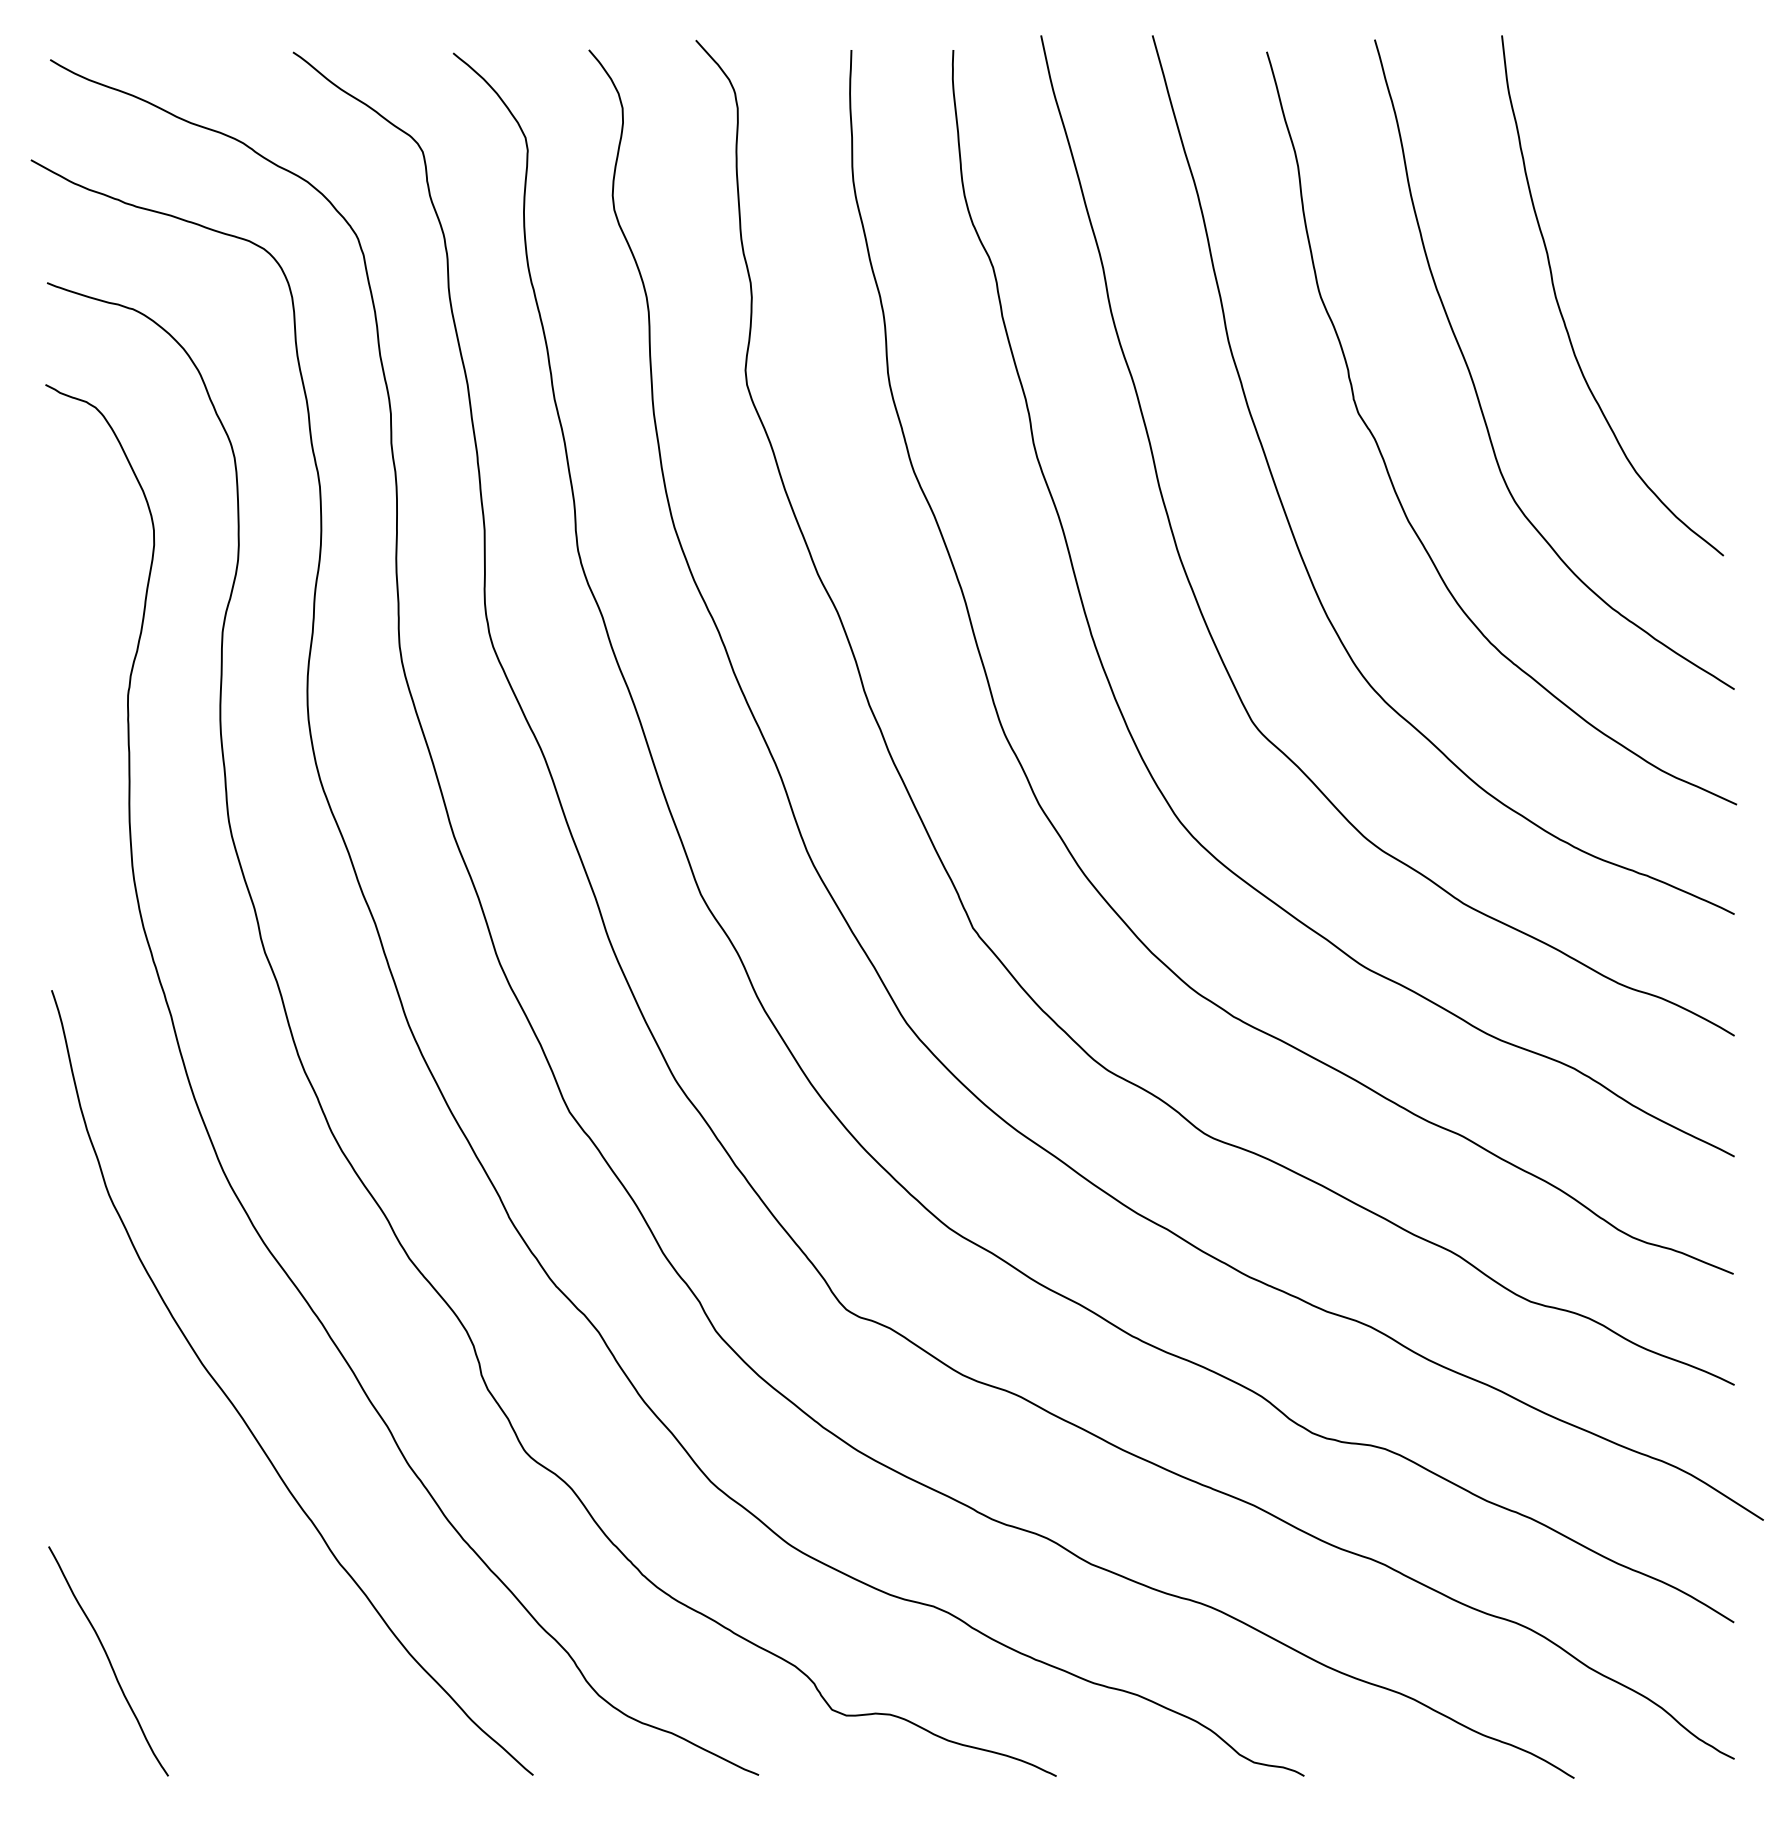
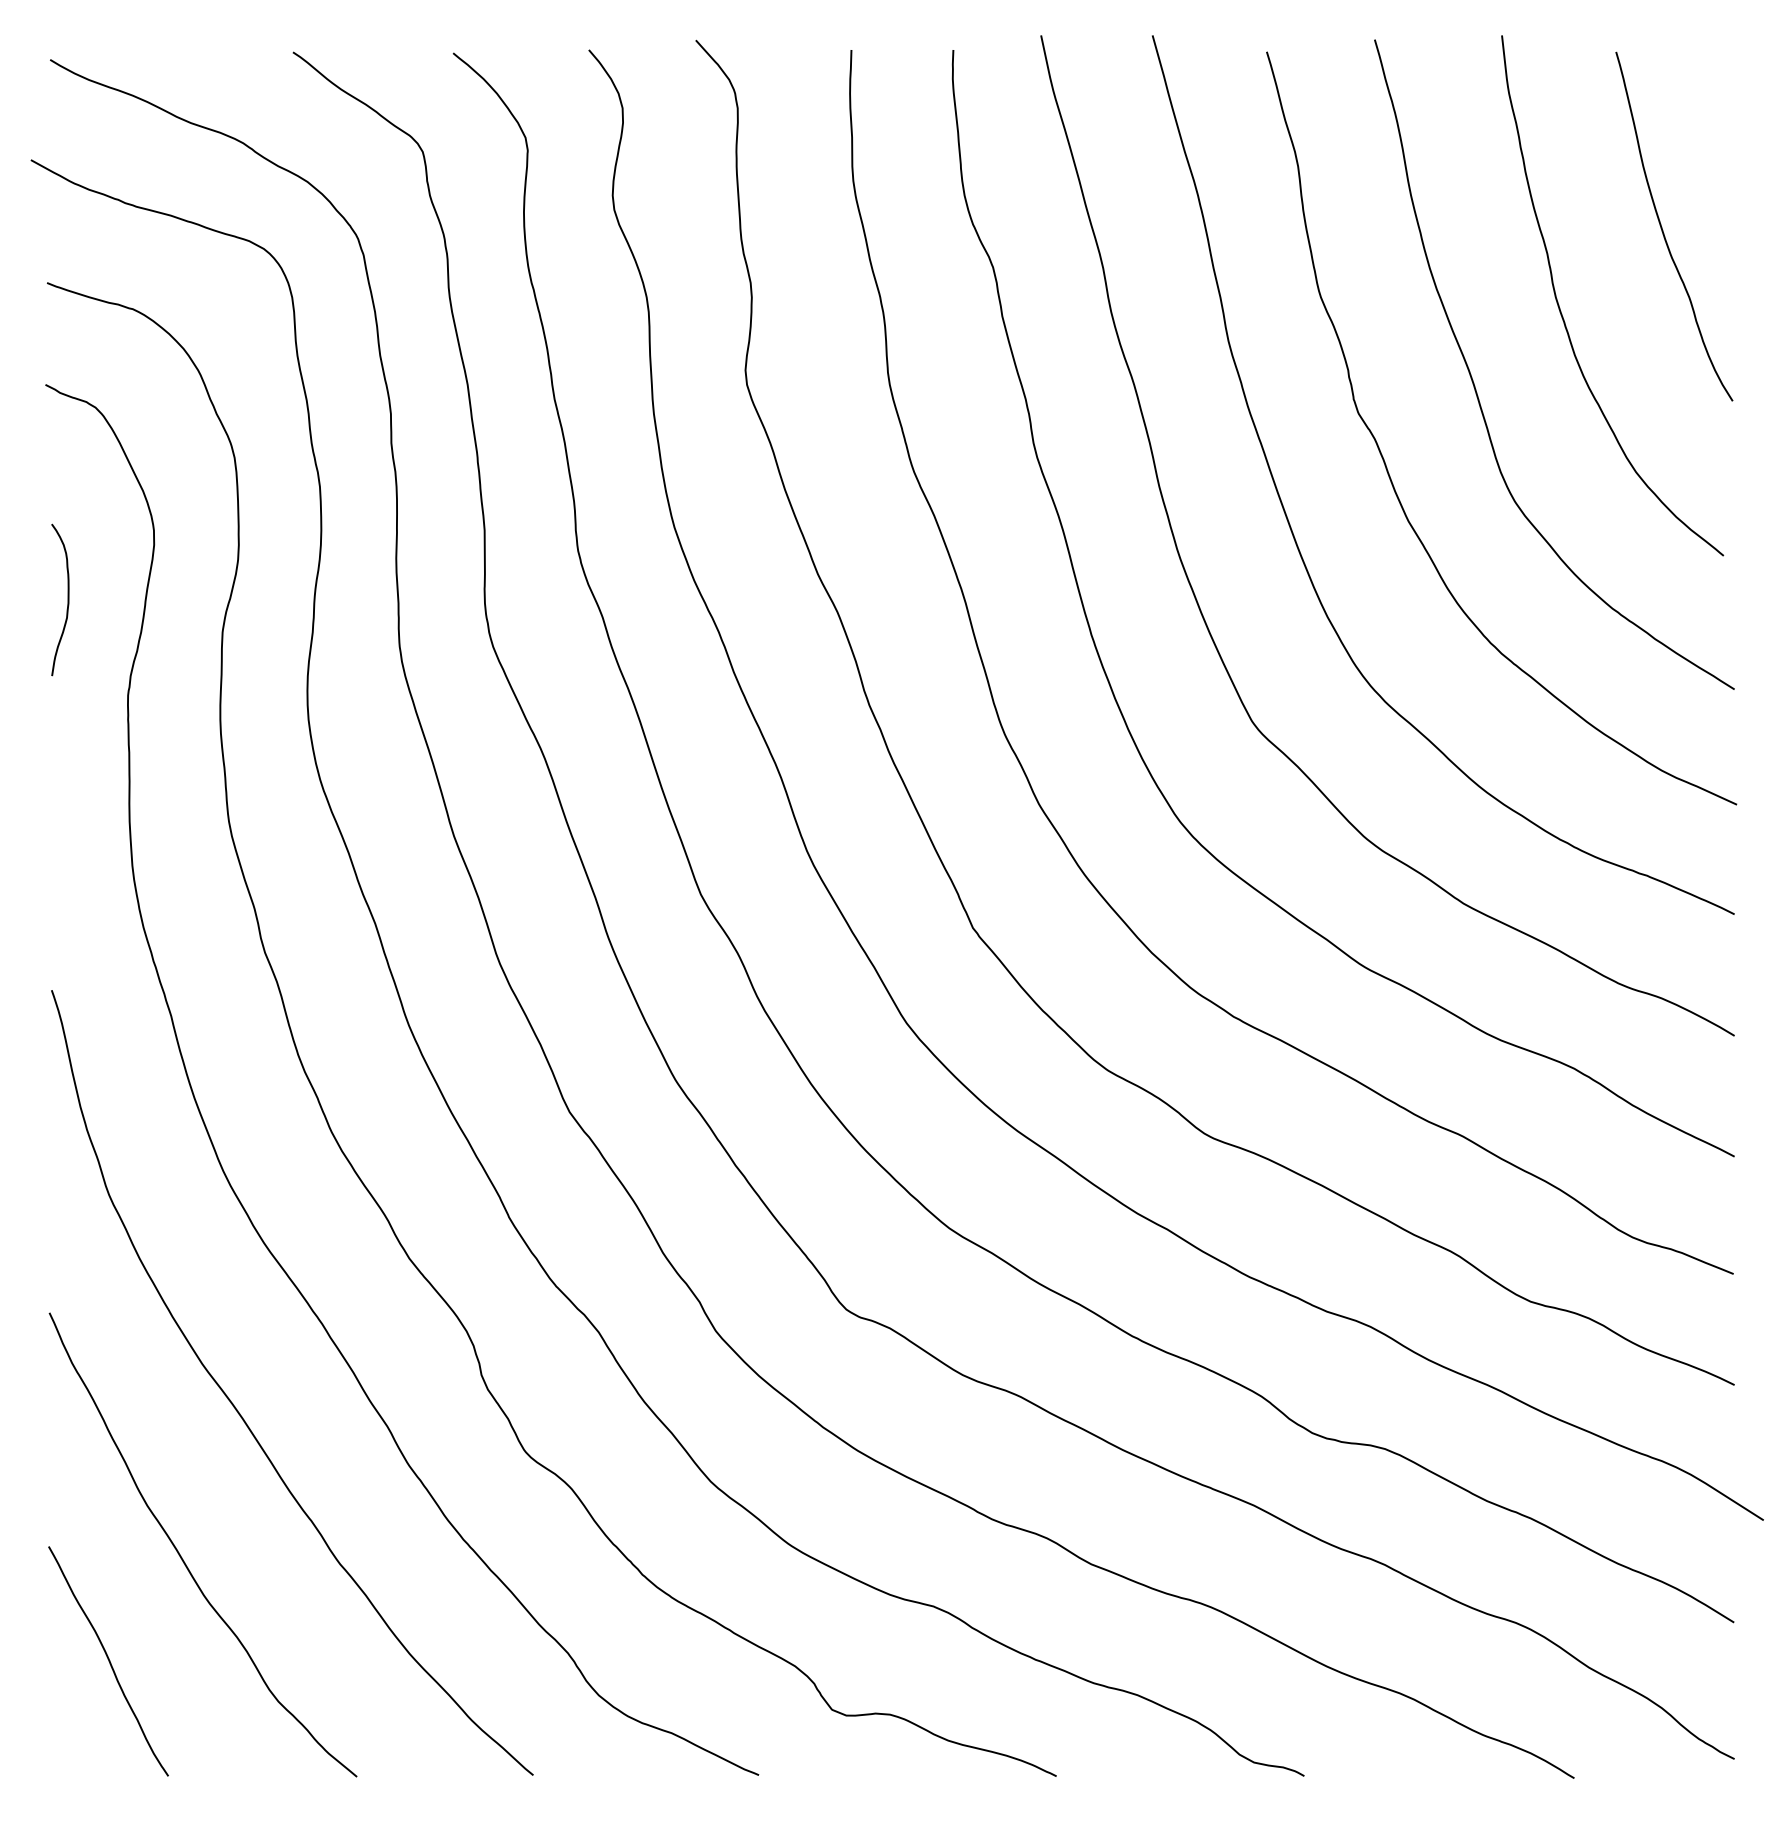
curve at (1663, 230): none -> present
curve at (67, 599): none -> present
curve at (181, 1555): none -> present
